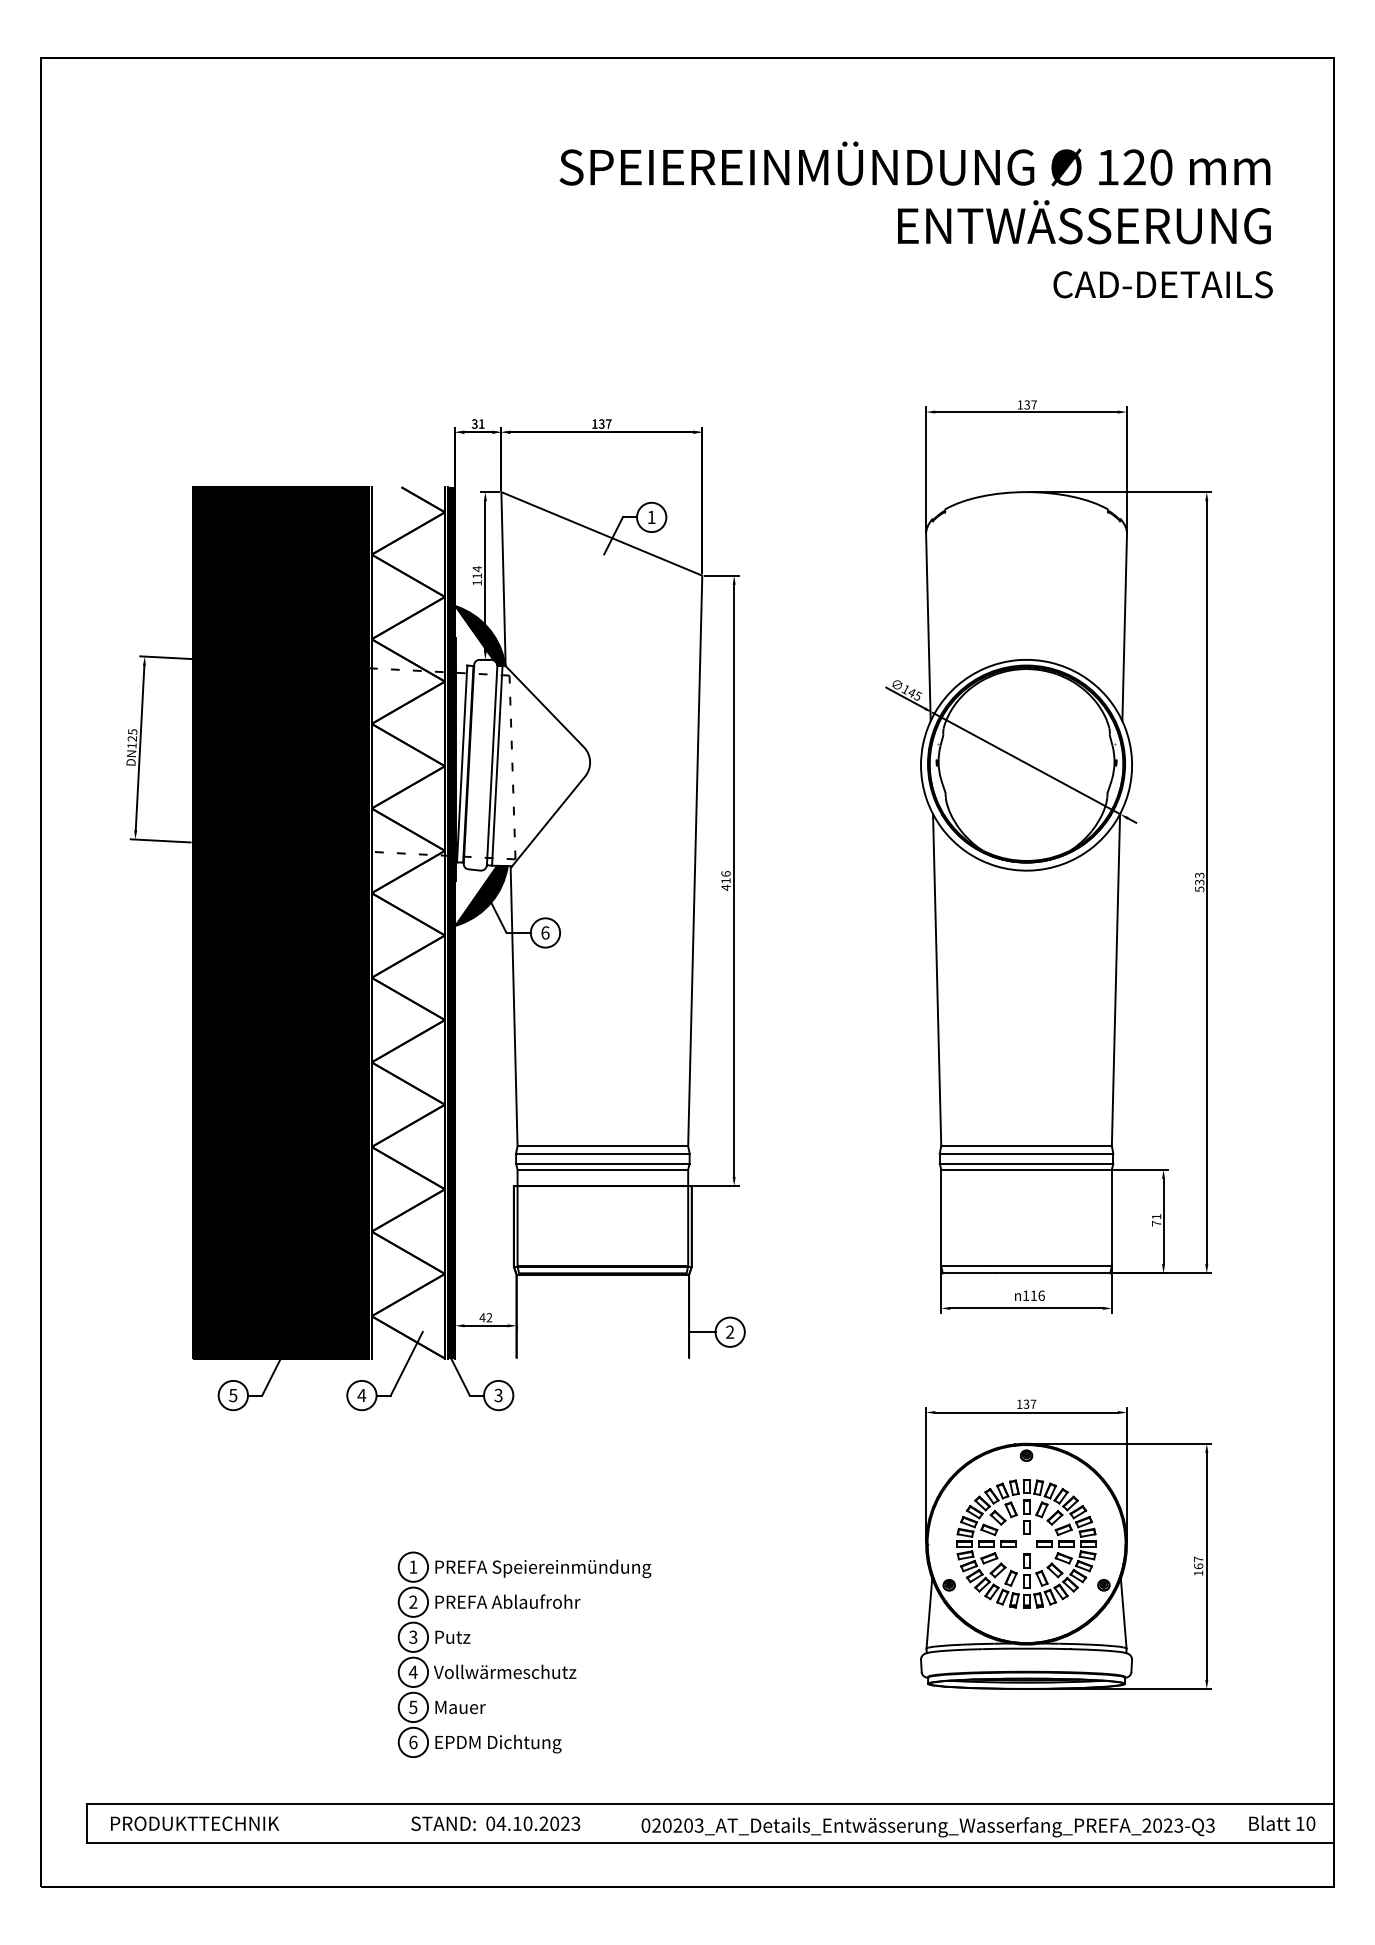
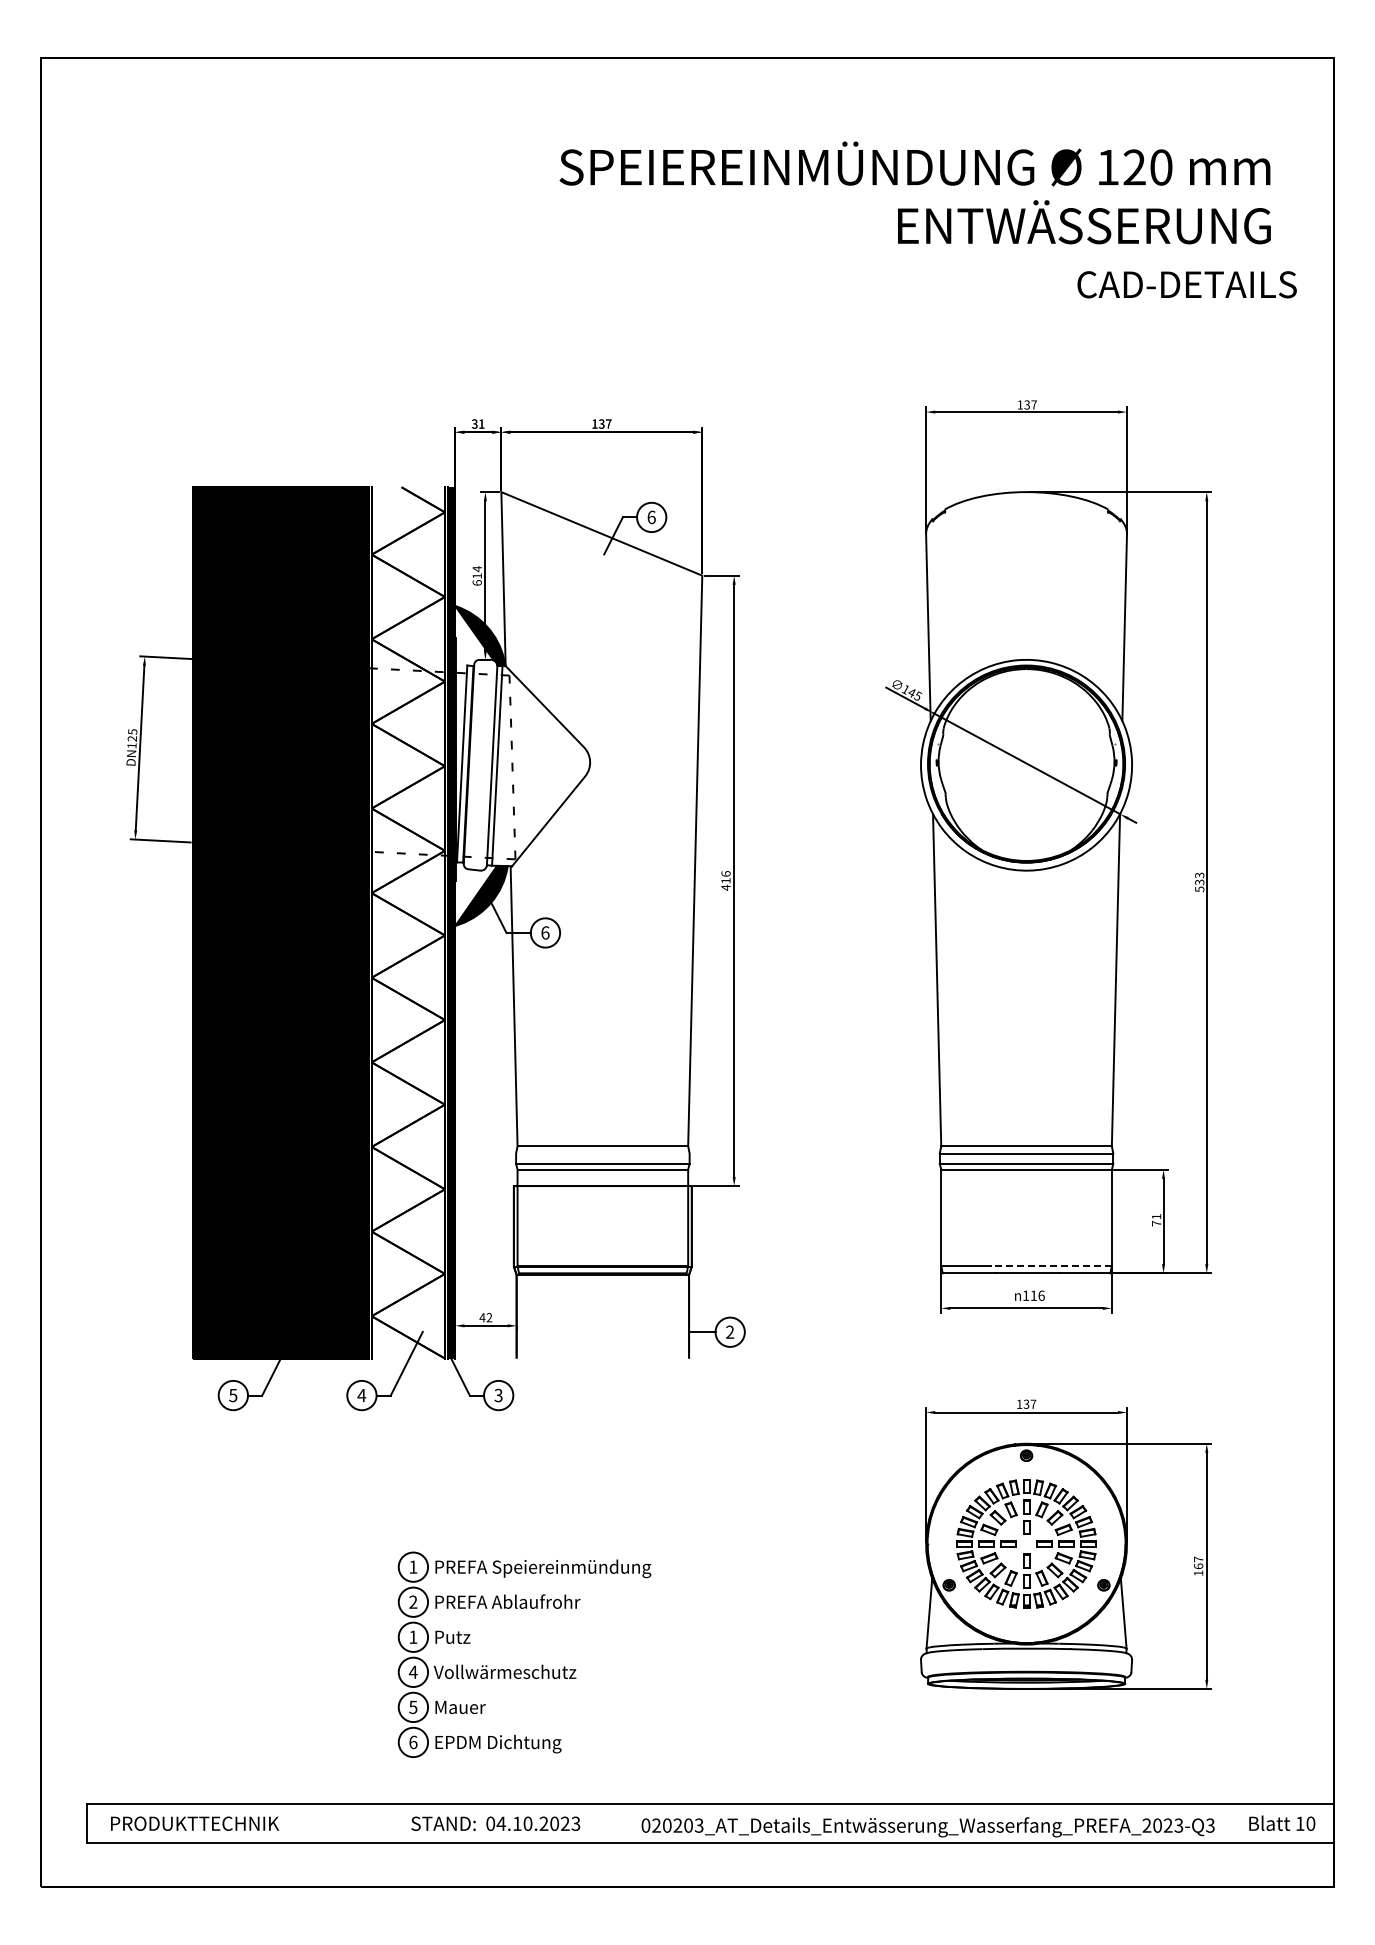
text at (1162, 284) position: (1162, 284) -> (1186, 284)
text at (651, 517): 1 -> 6
text at (476, 582): 114 -> 614
line at (602, 1153): present -> none
line at (1051, 1265): solid -> dashed
text at (413, 1636): 3 -> 1
